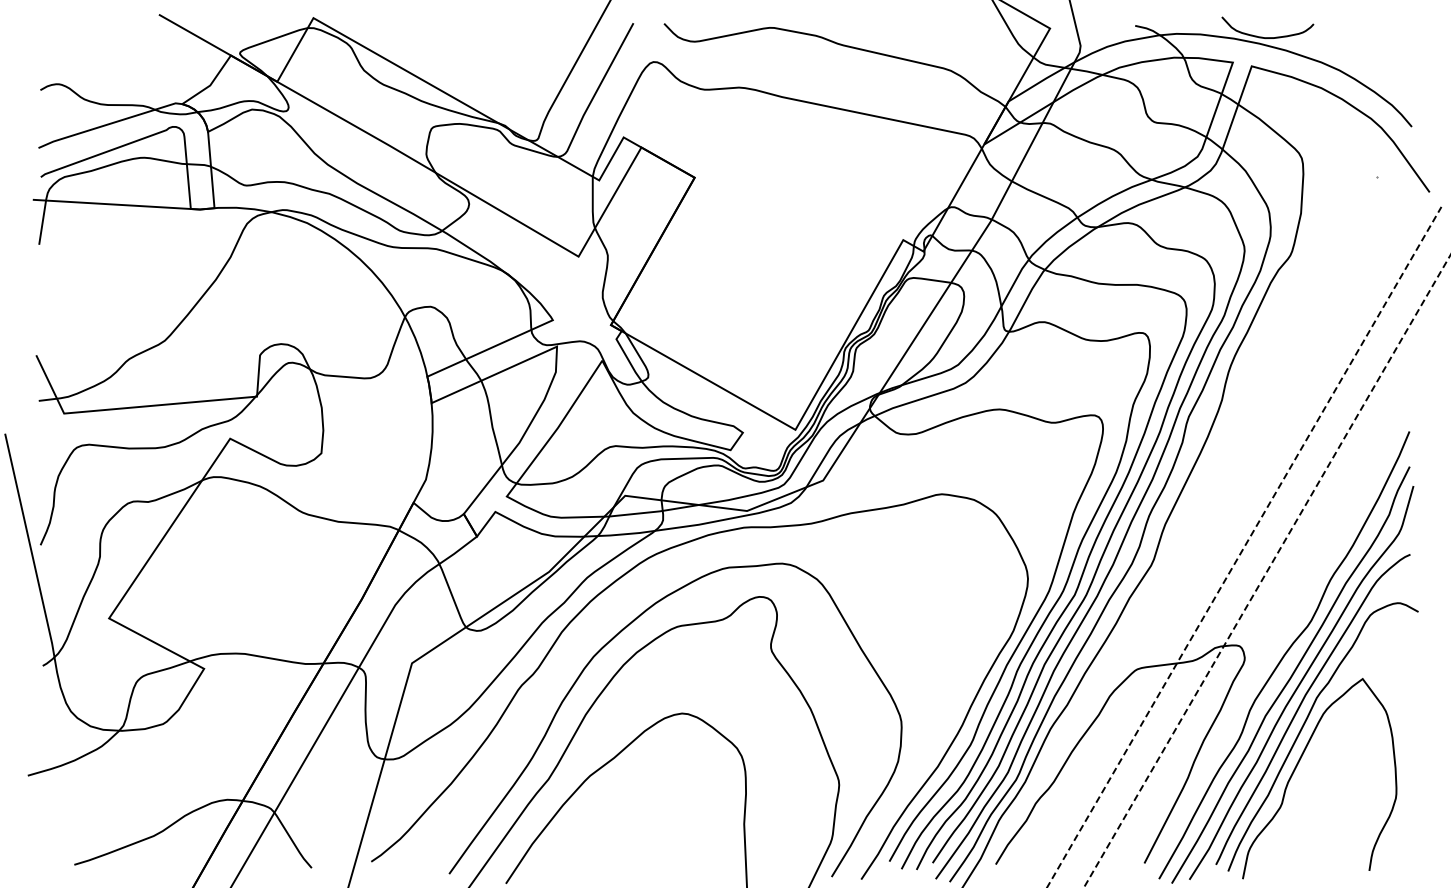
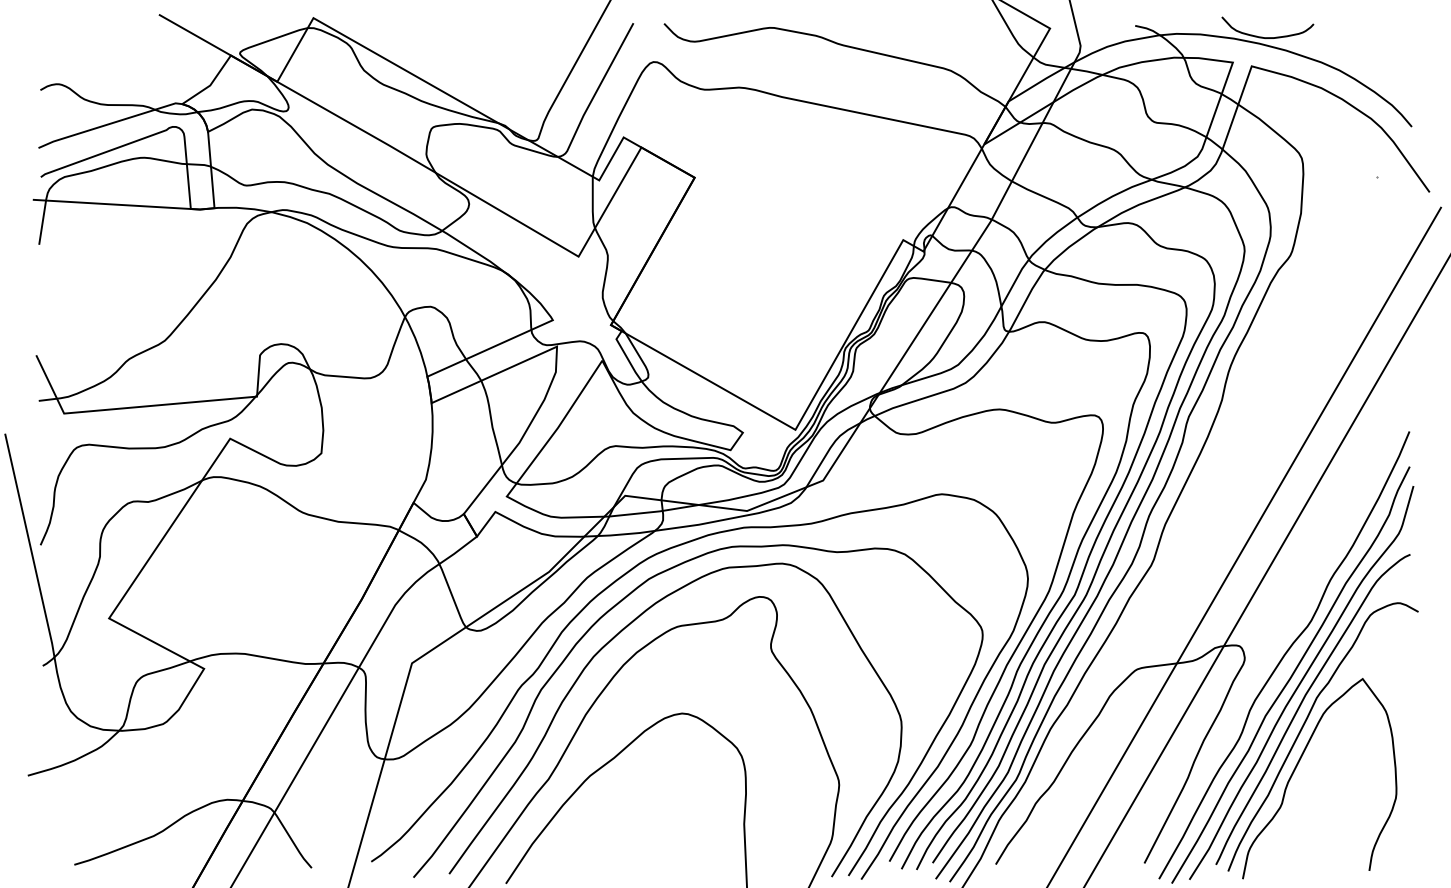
line at (1244, 546): dashed -> solid
line at (1267, 571): dashed -> solid
curve at (617, 605): none -> present
